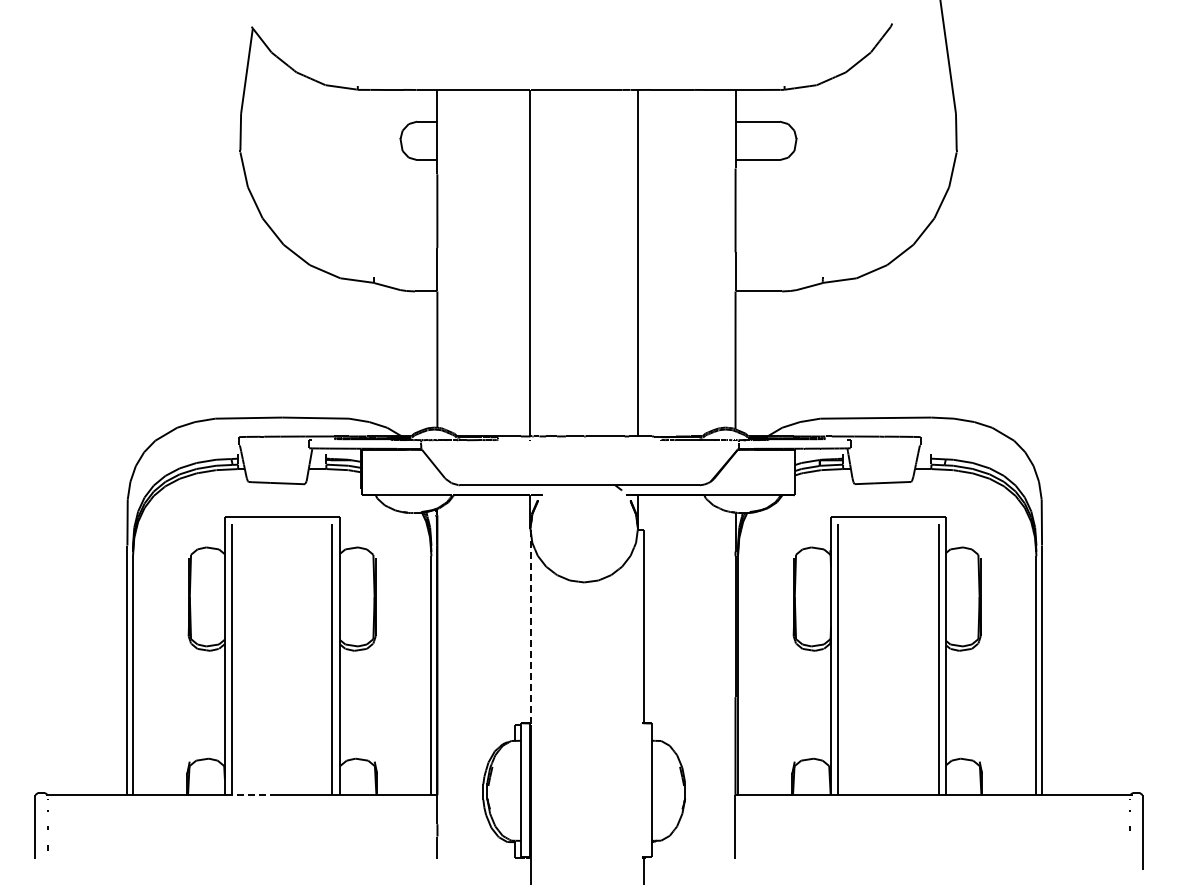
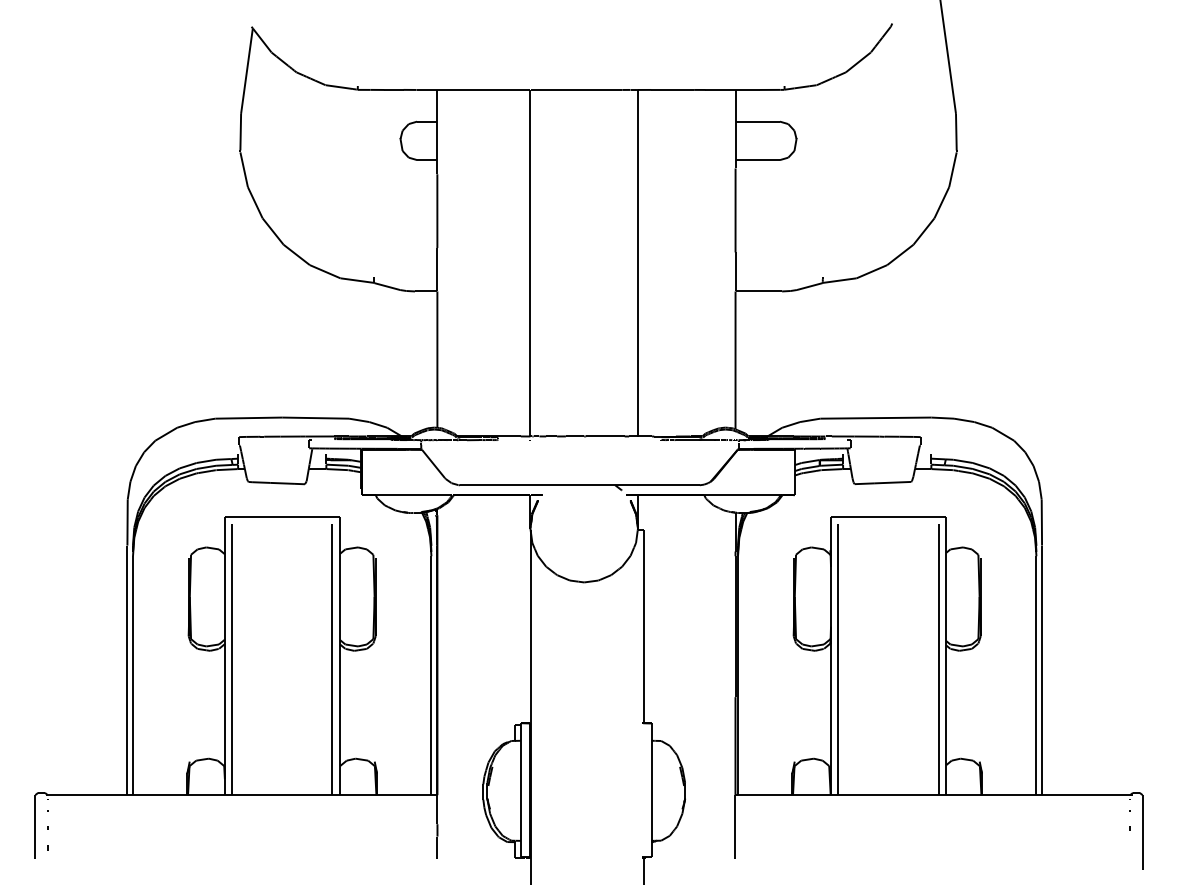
line at (530, 628): dashed -> solid
line at (253, 795): dashed -> solid
